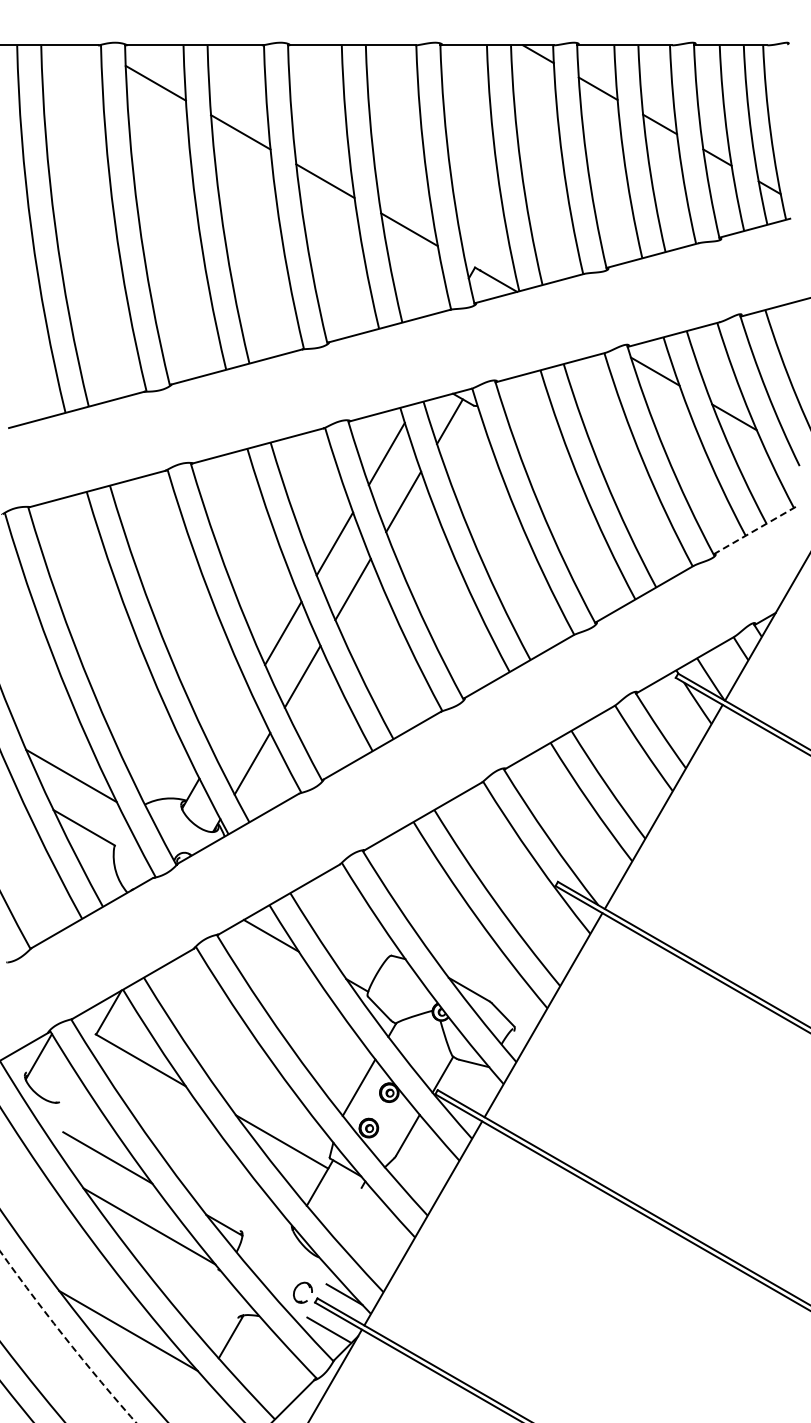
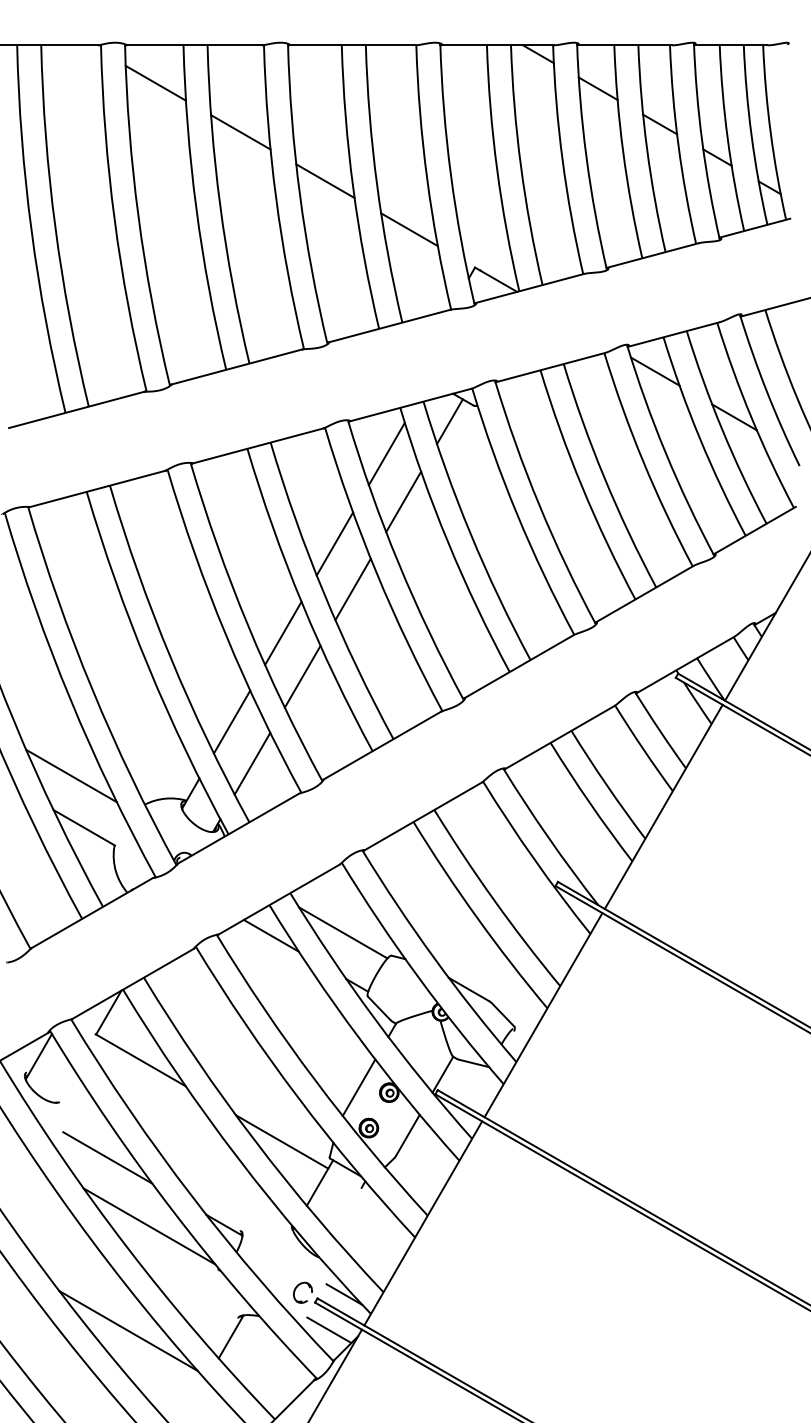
line at (754, 530): dashed -> solid
line at (231, 721): none -> present
line at (343, 932): none -> present
arc at (66, 1339): dashed -> solid
